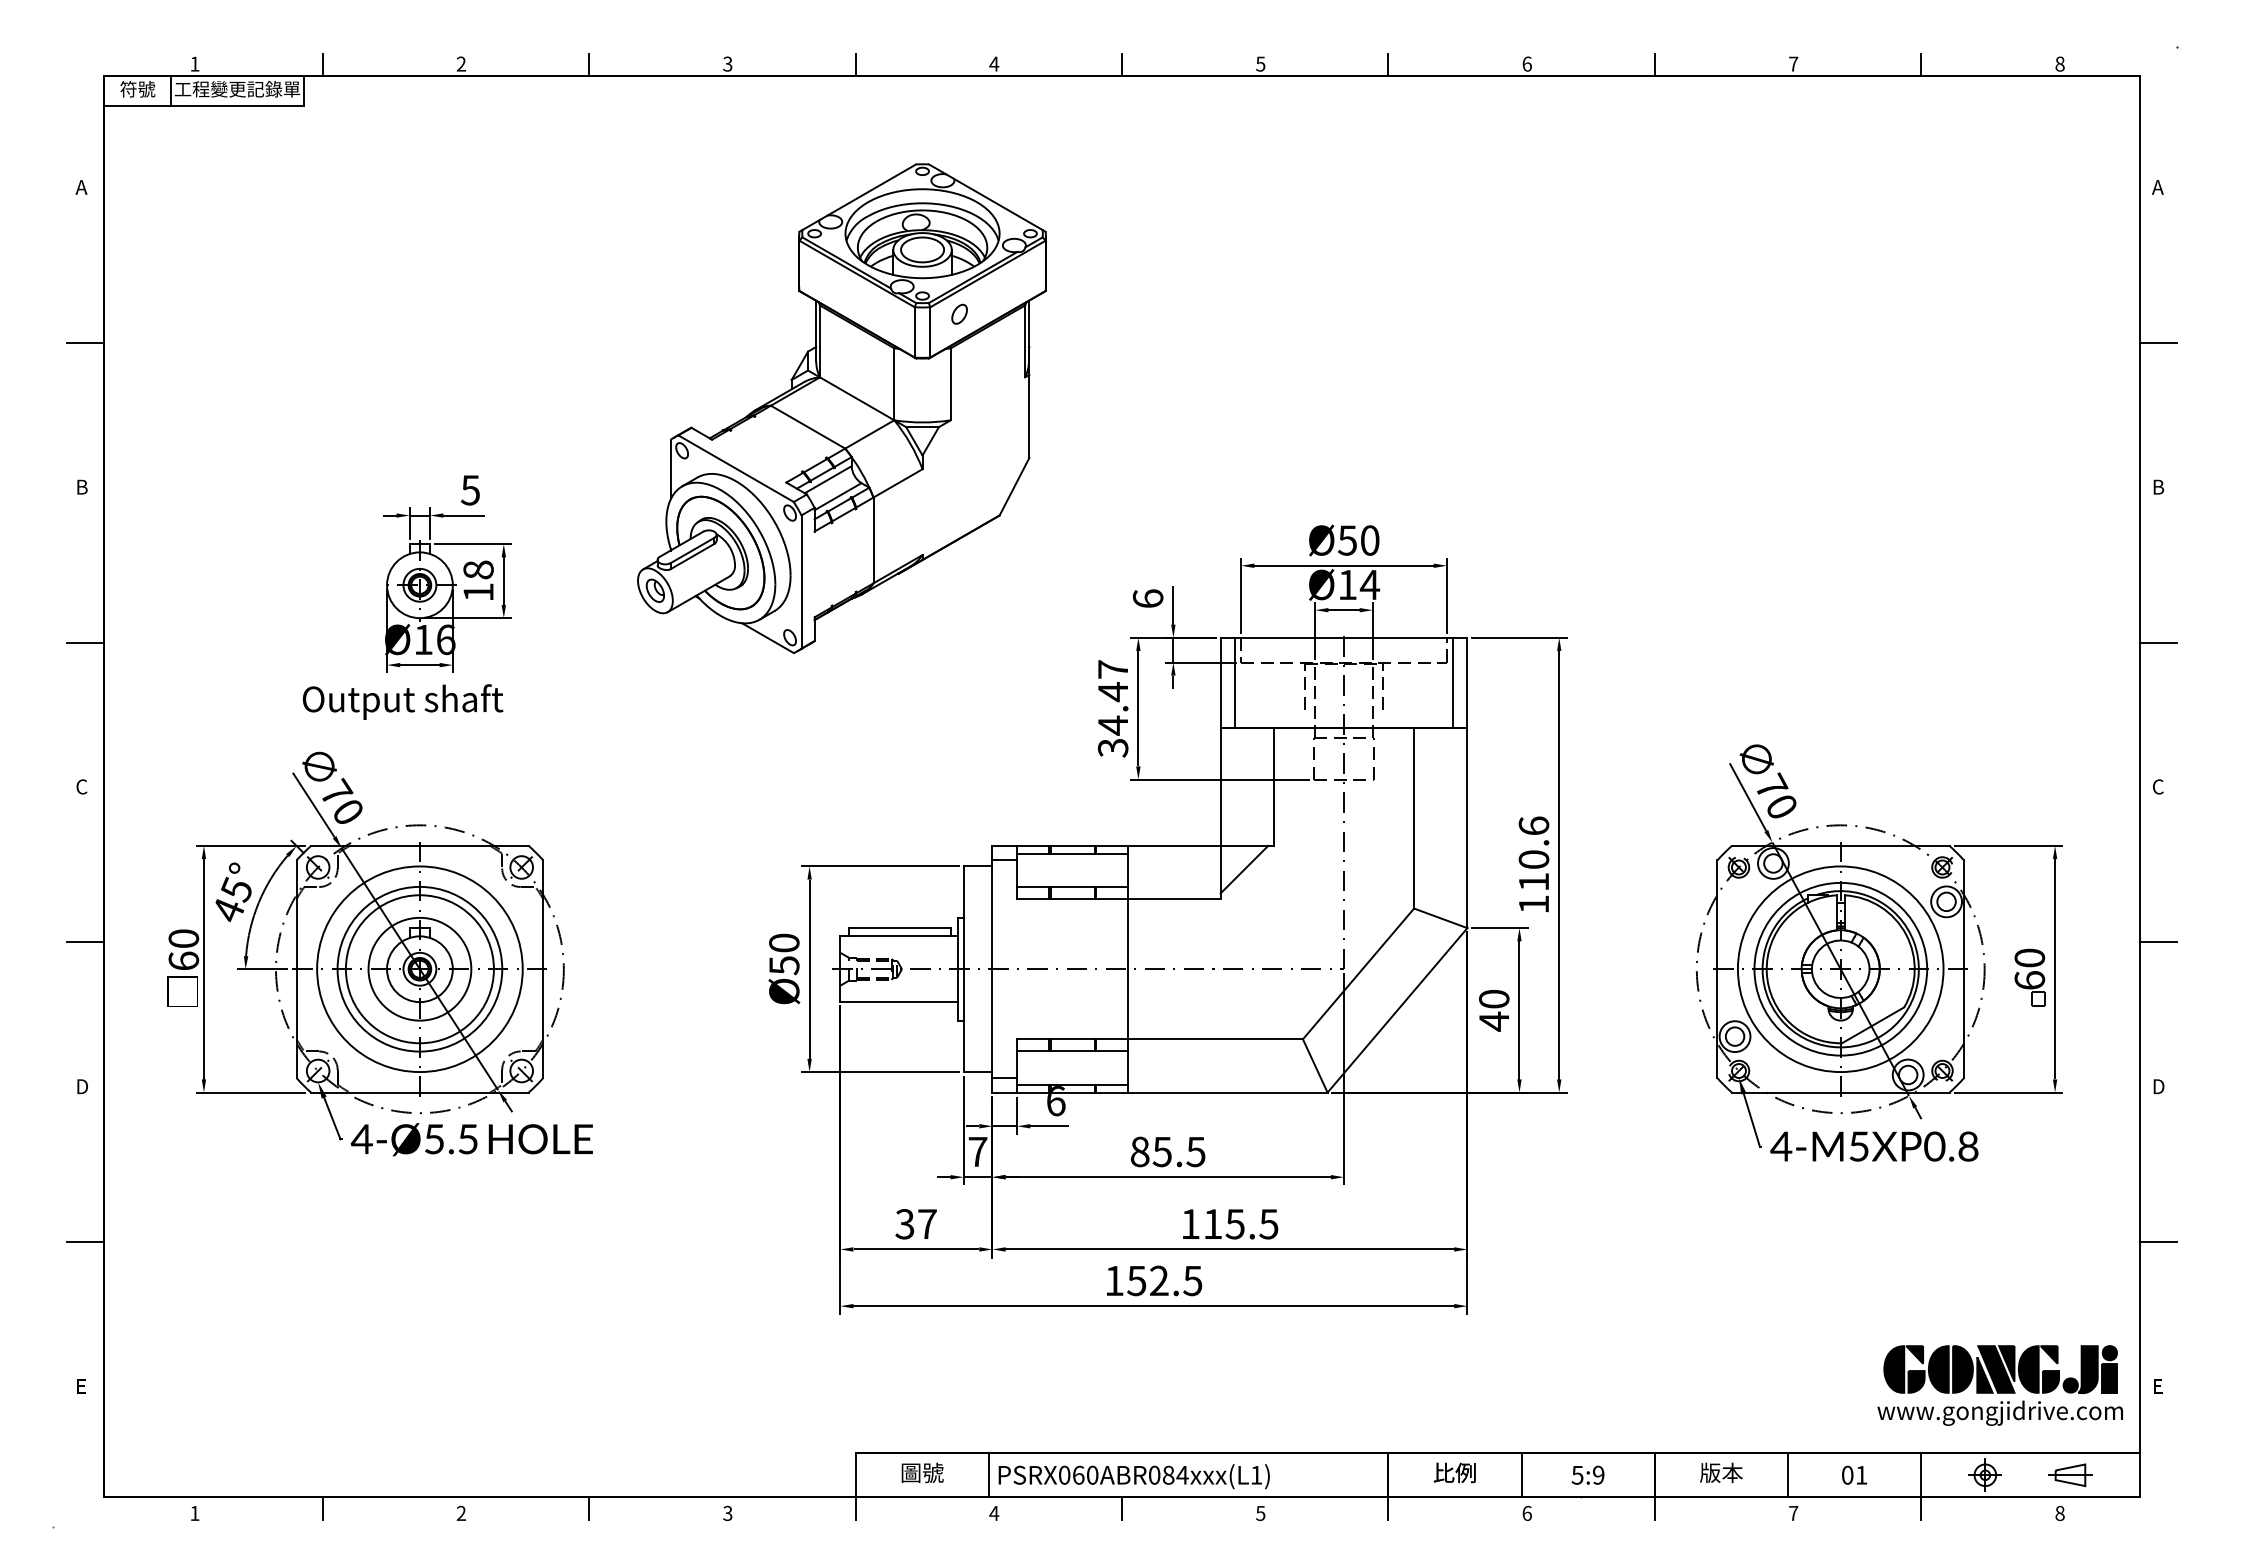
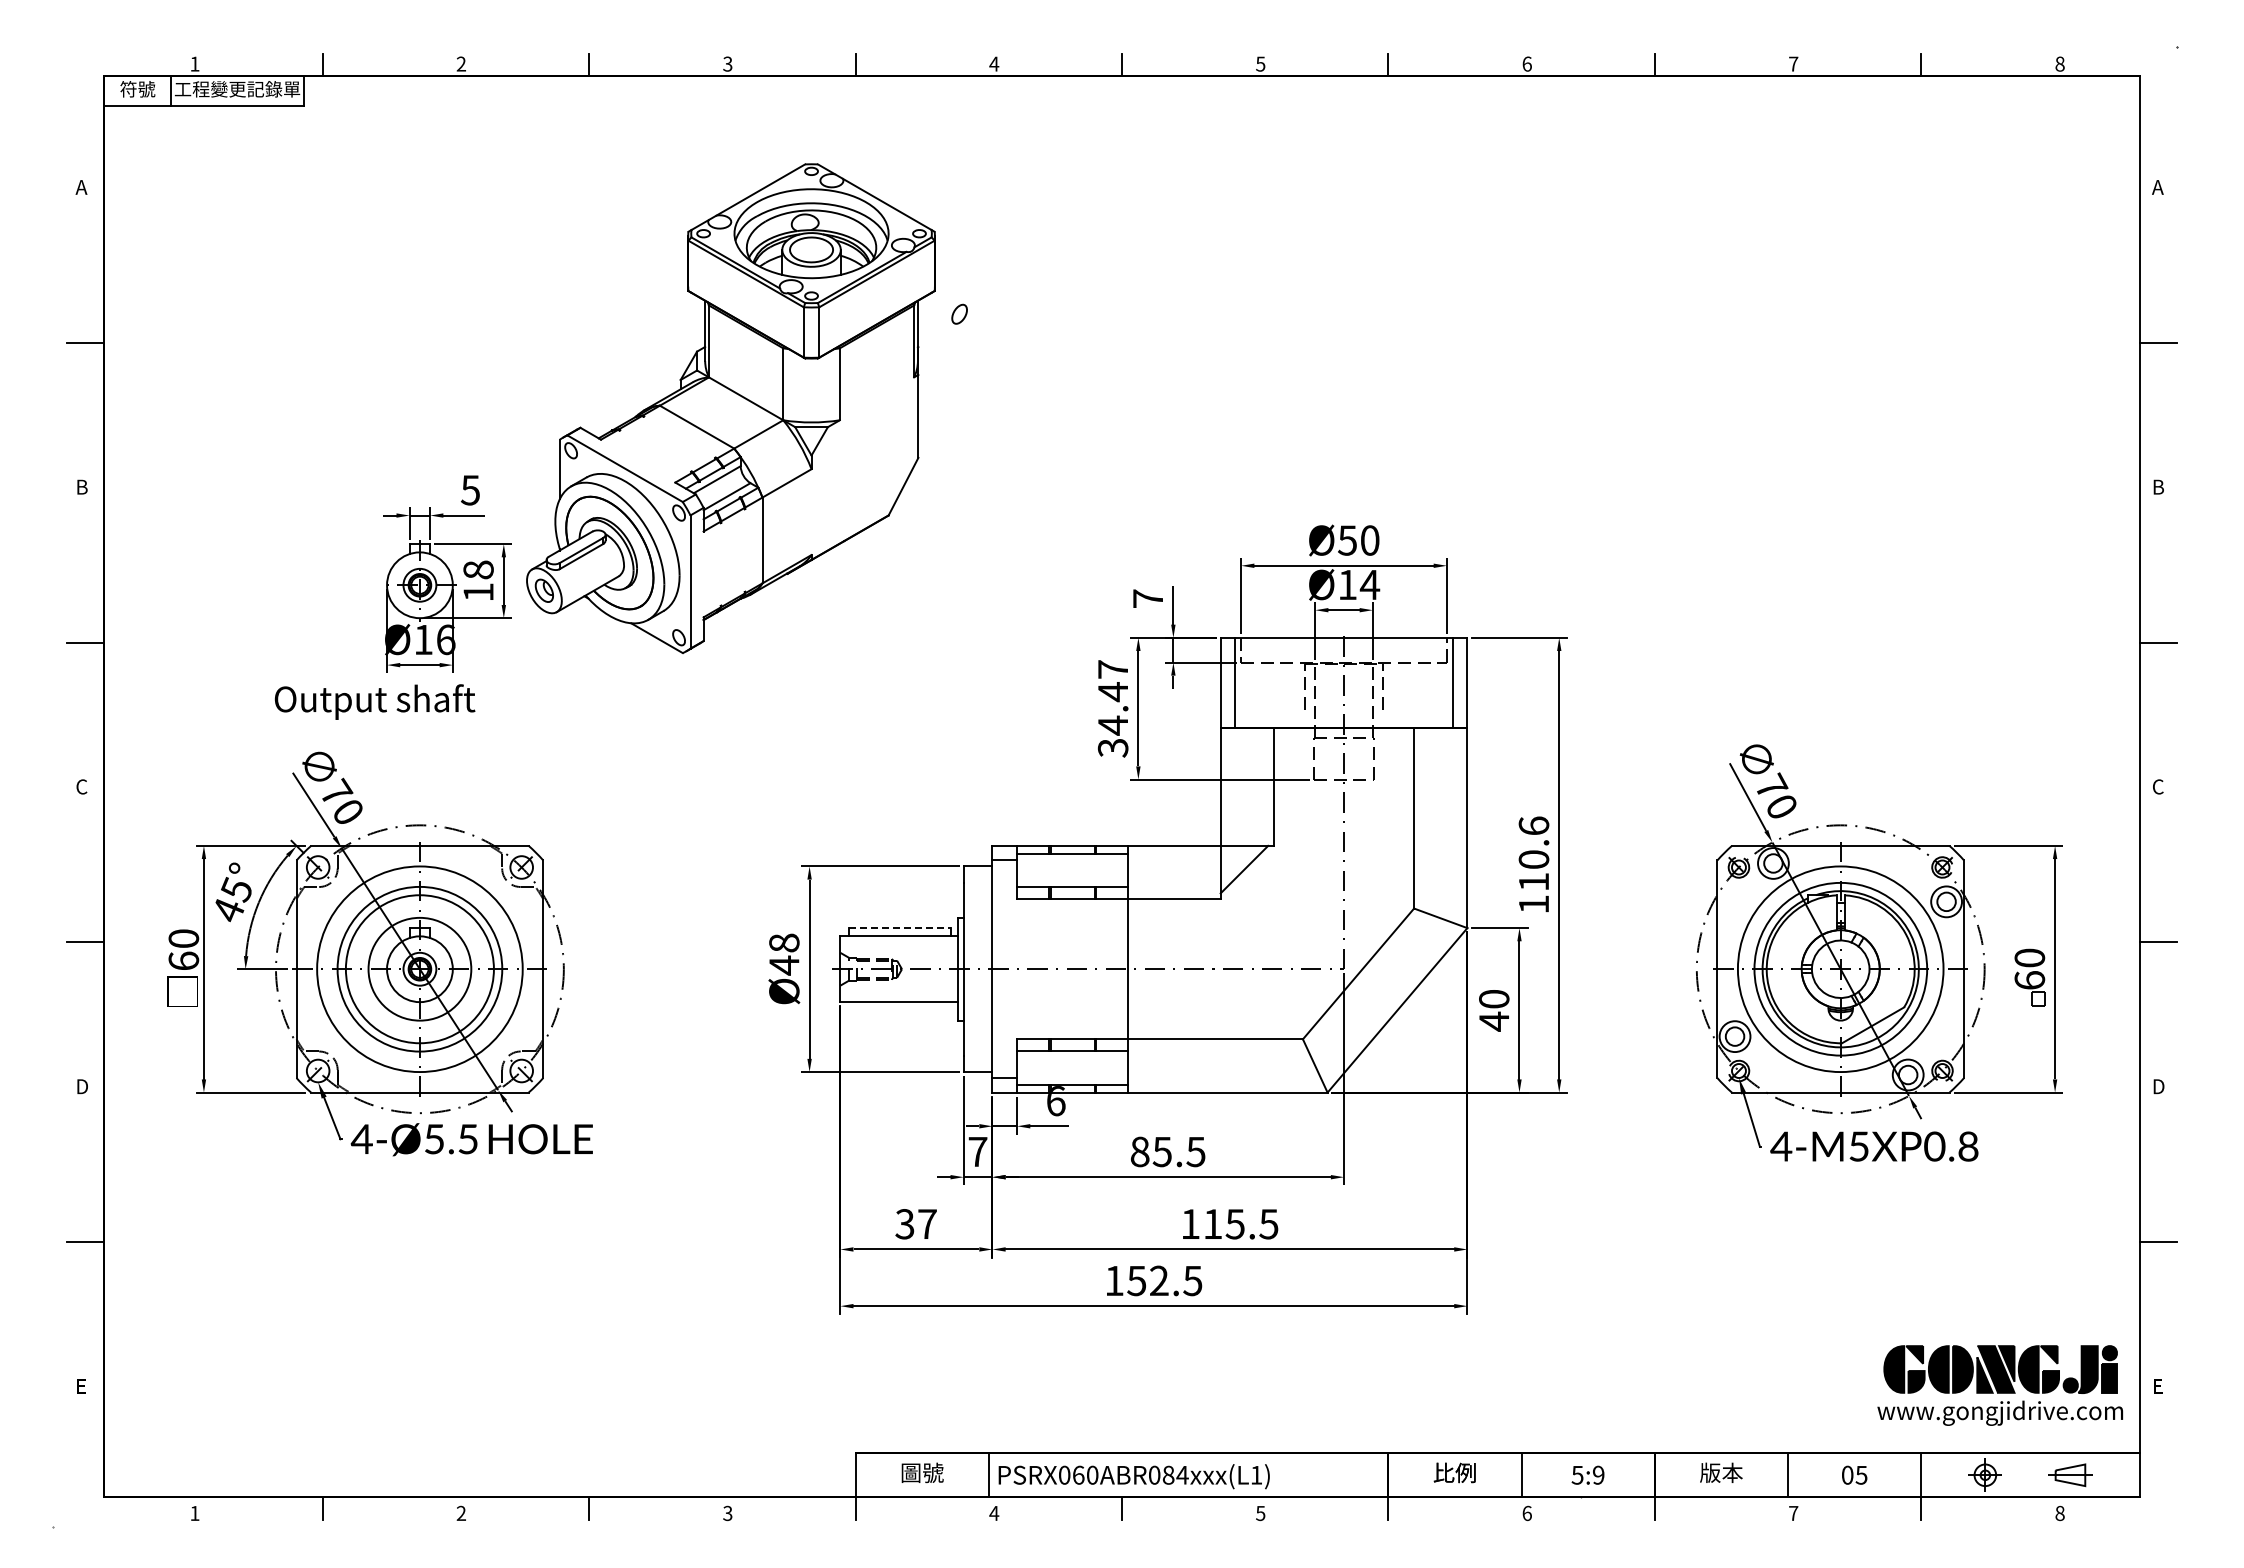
part at (841, 408) position: (841, 408) -> (730, 408)
text at (1147, 598): 6 -> 7
text at (402, 701) position: (402, 701) -> (374, 701)
line at (900, 928): solid -> dashed
text at (784, 954): Ø50 -> Ø48
text at (1861, 1475): 01 -> 05
